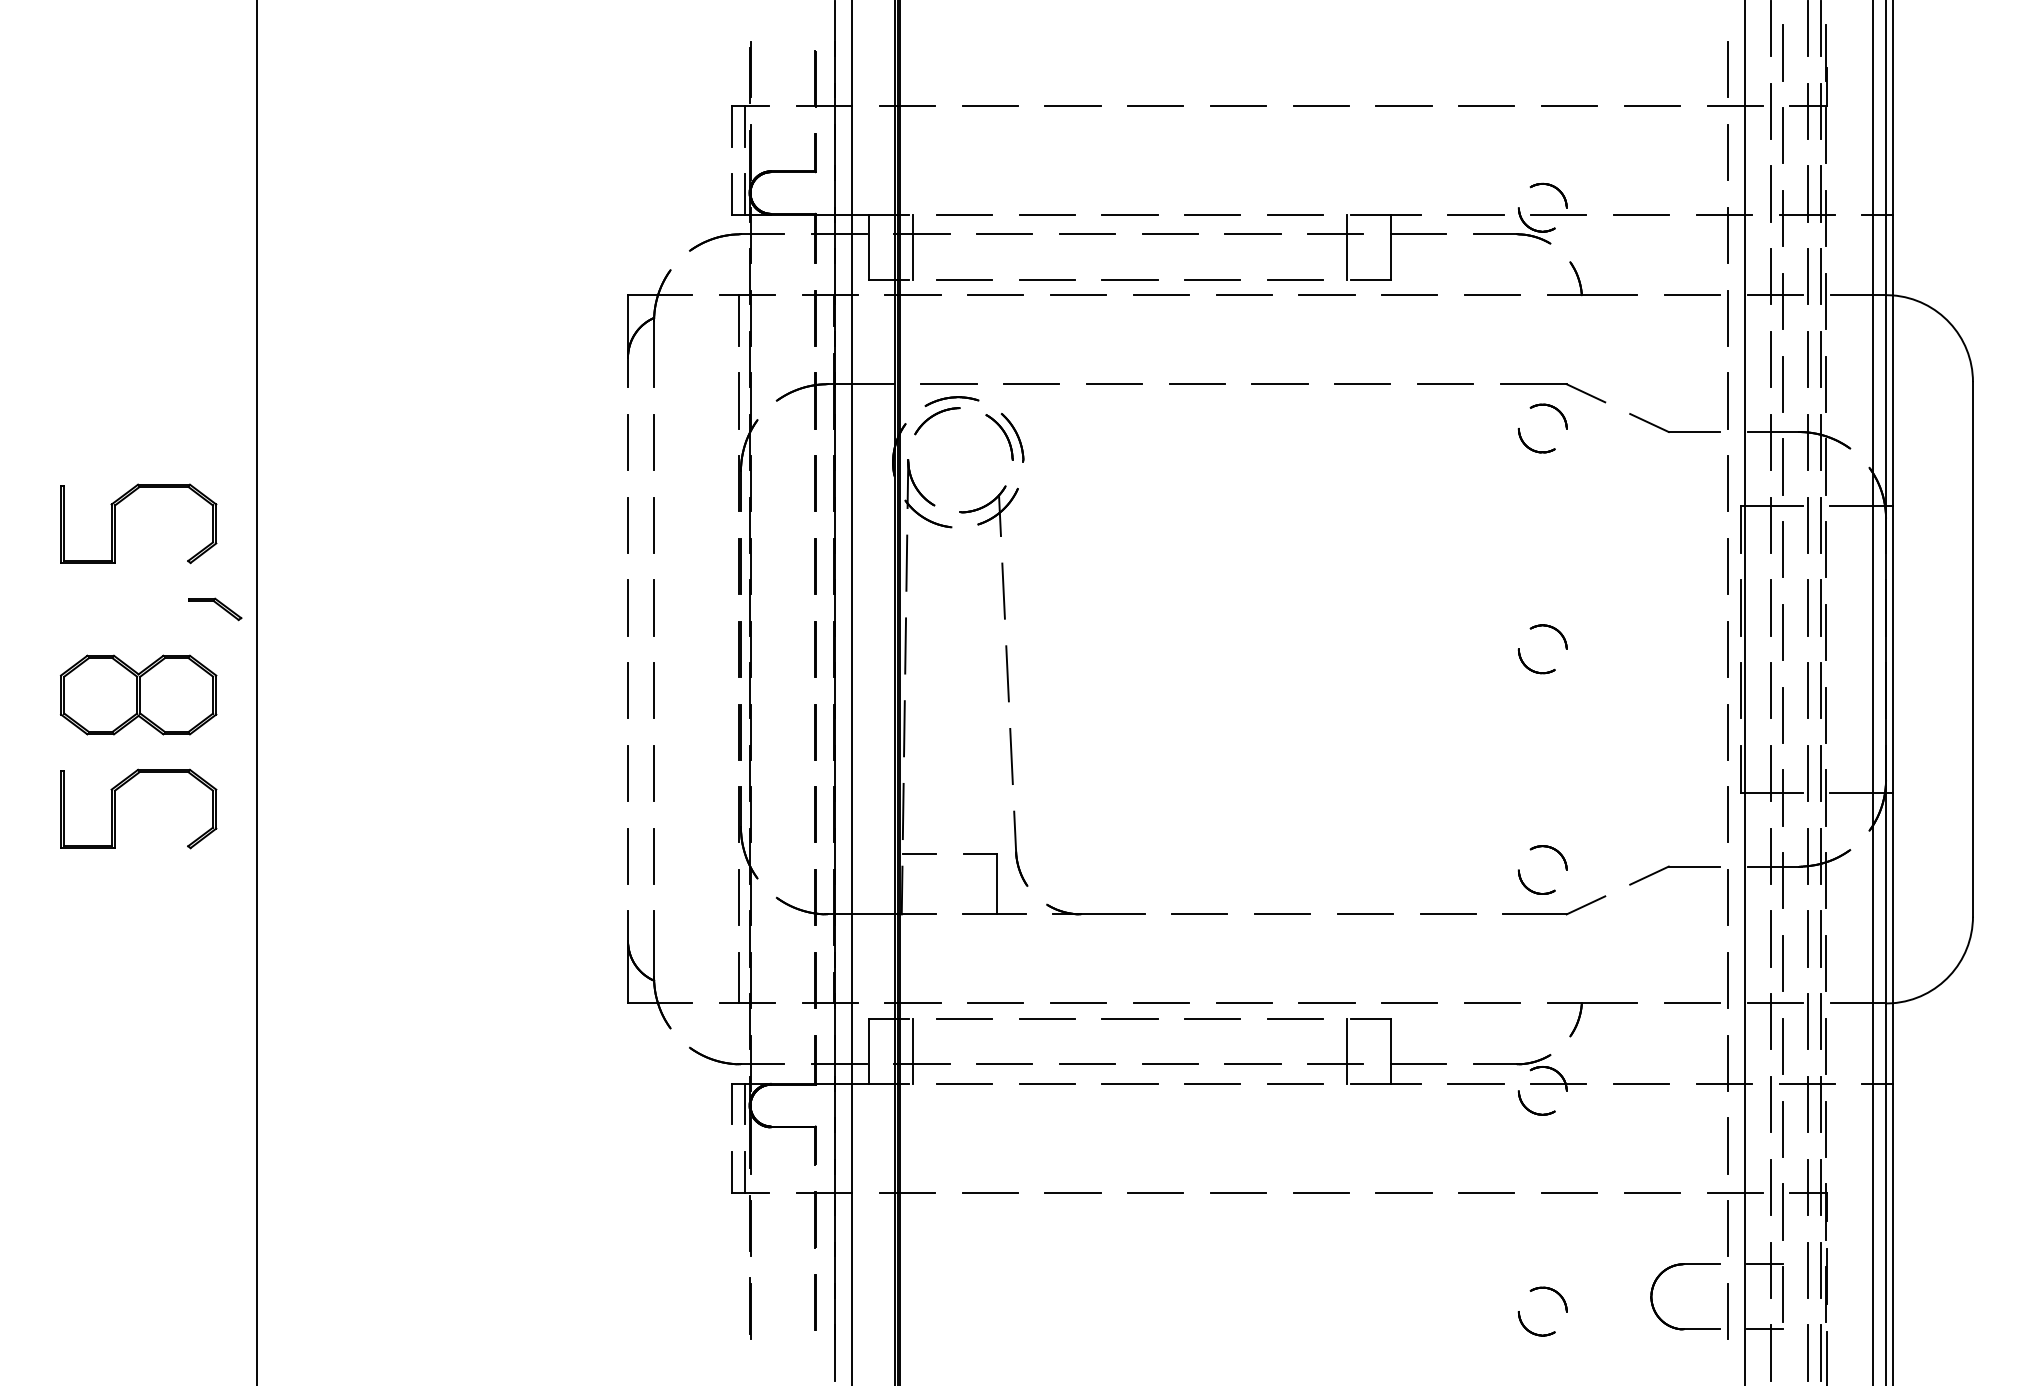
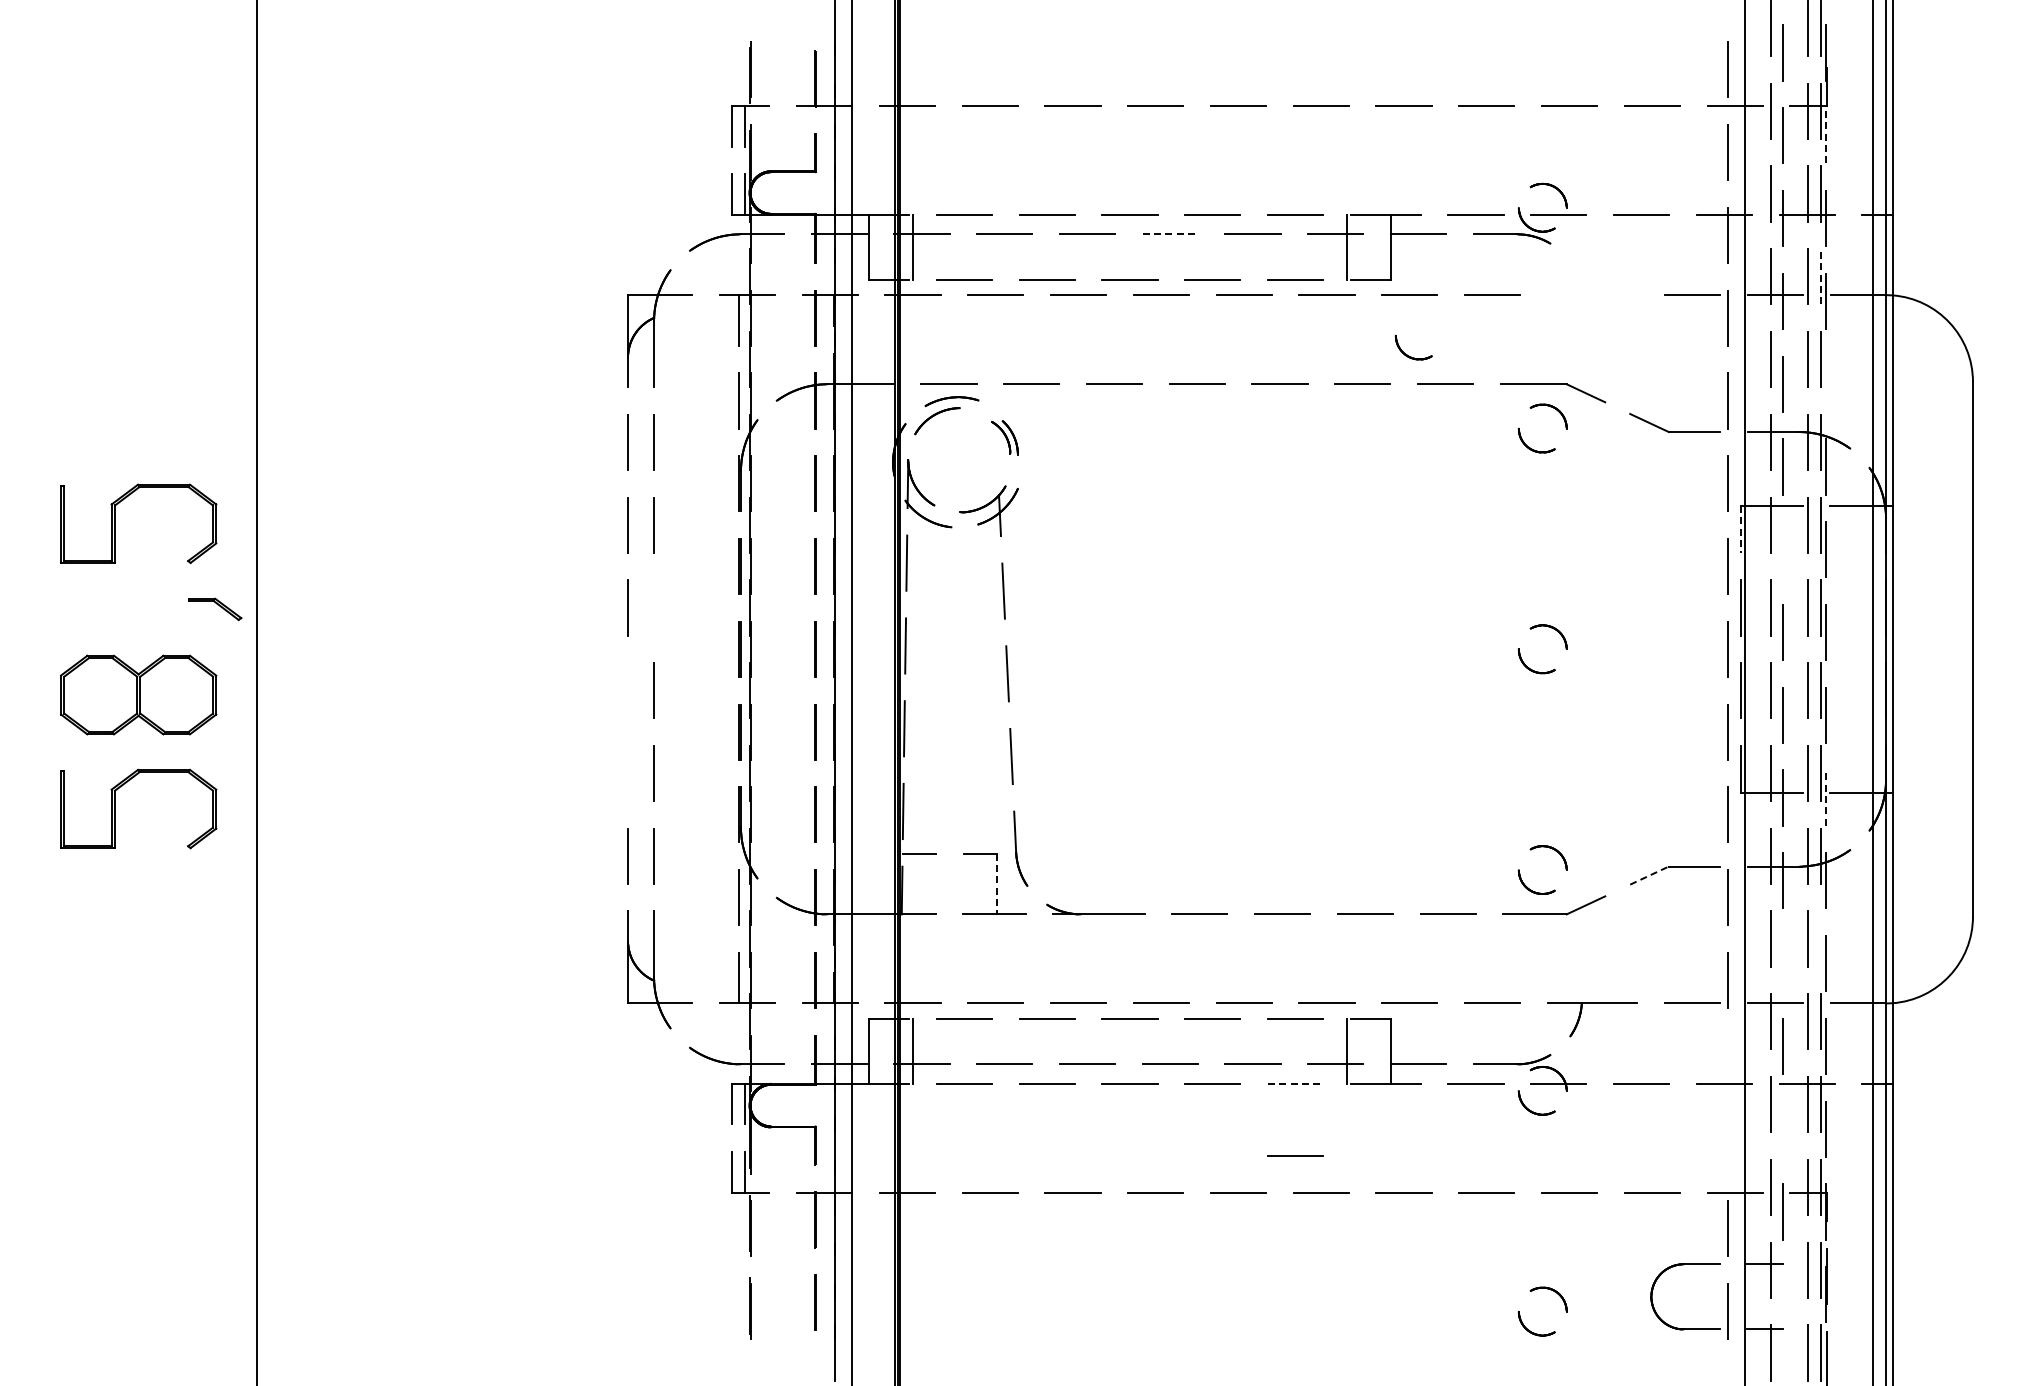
line at (1826, 135): solid -> dashed
line at (1170, 234): solid -> dashed
line at (1820, 276): solid -> dashed
part at (1581, 283): present -> none
part at (1409, 355): none -> present
line at (1826, 383): present -> none
part at (1004, 437) size: 40x50 px -> 28x36 px
line at (1740, 529): solid -> dashed
line at (1782, 549): present -> none
line at (654, 607): present -> none
line at (628, 690): present -> none
line at (628, 773): present -> none
line at (1826, 798): solid -> dashed
line at (1649, 875): solid -> dashed
line at (997, 884): solid -> dashed
line at (1820, 938): present -> none
line at (1782, 963): present -> none
line at (1727, 1062): present -> none
line at (1295, 1083): solid -> dashed
line at (1782, 1128): present -> none
line at (1727, 1145): present -> none
line at (1295, 1155): none -> present
line at (1782, 1294): present -> none
